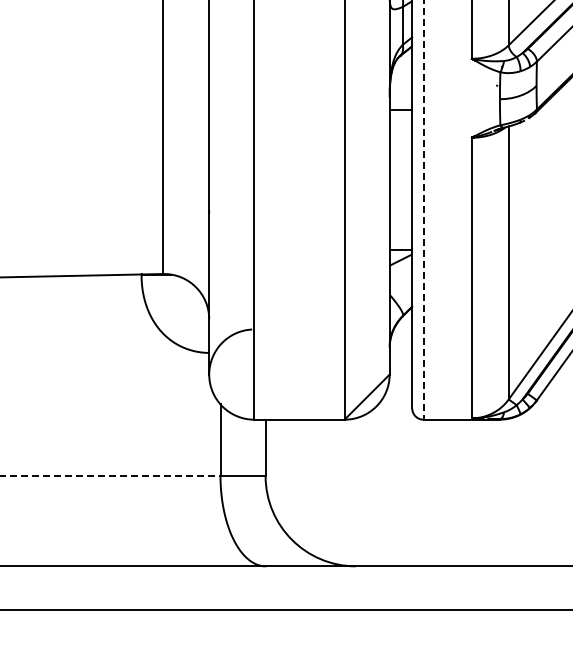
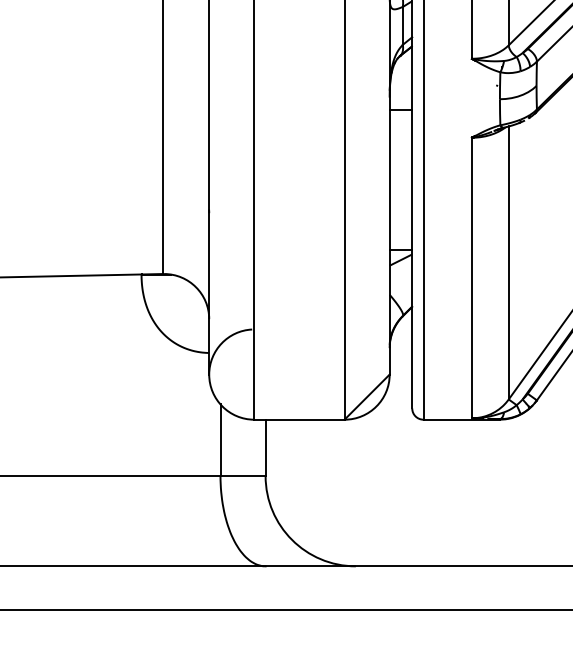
line at (423, 209): dashed -> solid
line at (110, 476): dashed -> solid
